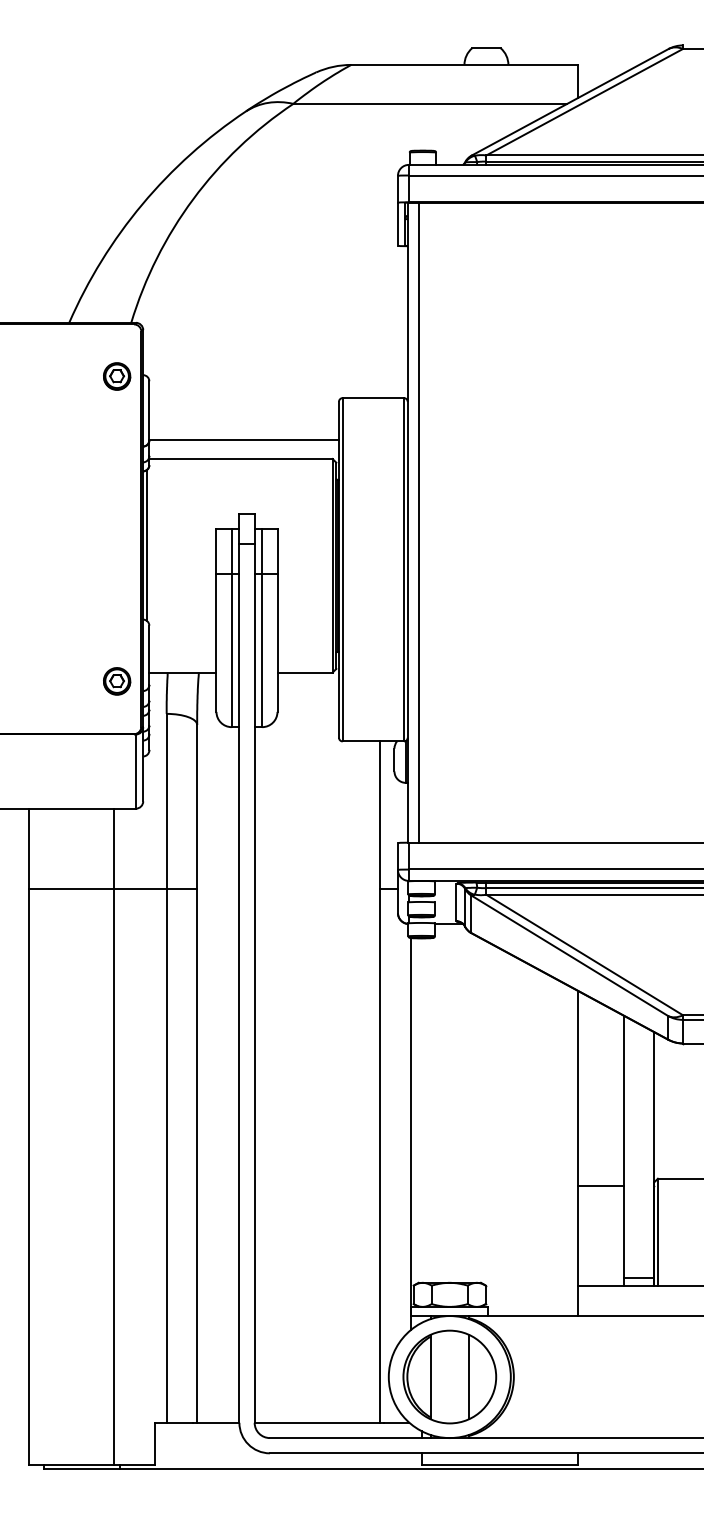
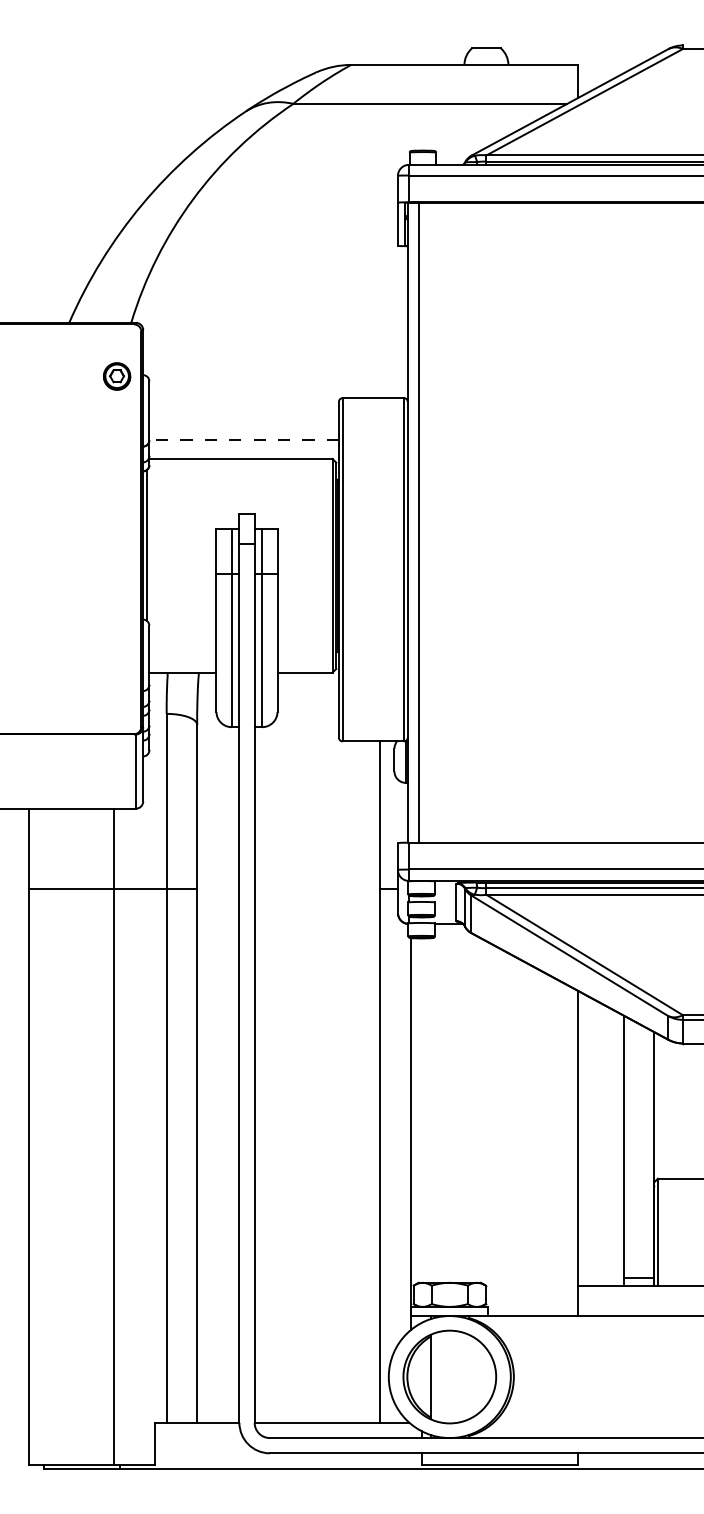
line at (244, 439): solid -> dashed
part at (117, 681): present -> none
line at (600, 1186): present -> none
line at (468, 1376): present -> none
